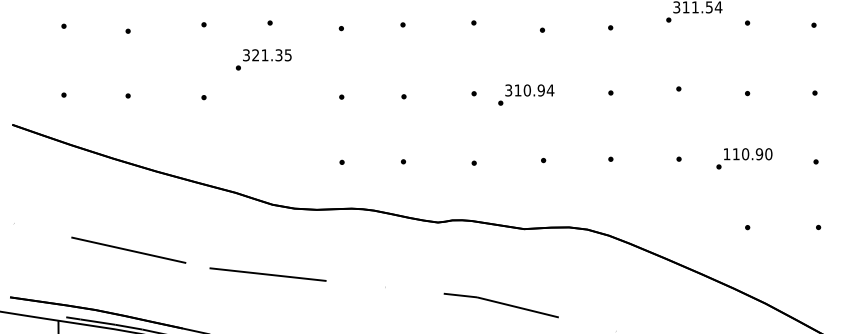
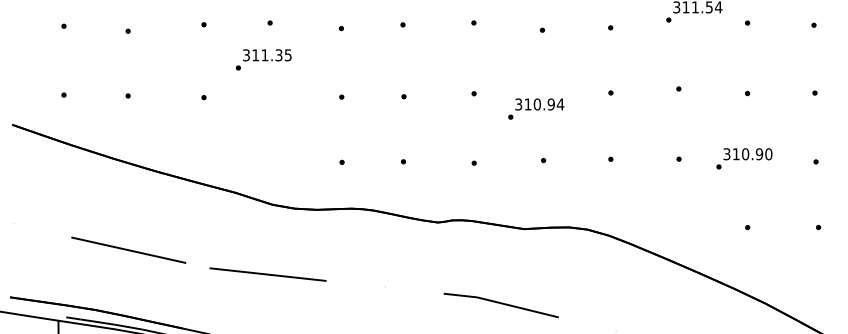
text at (255, 55): 321.35 -> 311.35
text at (526, 94) position: (526, 94) -> (536, 108)
text at (726, 154): 110.90 -> 310.90
